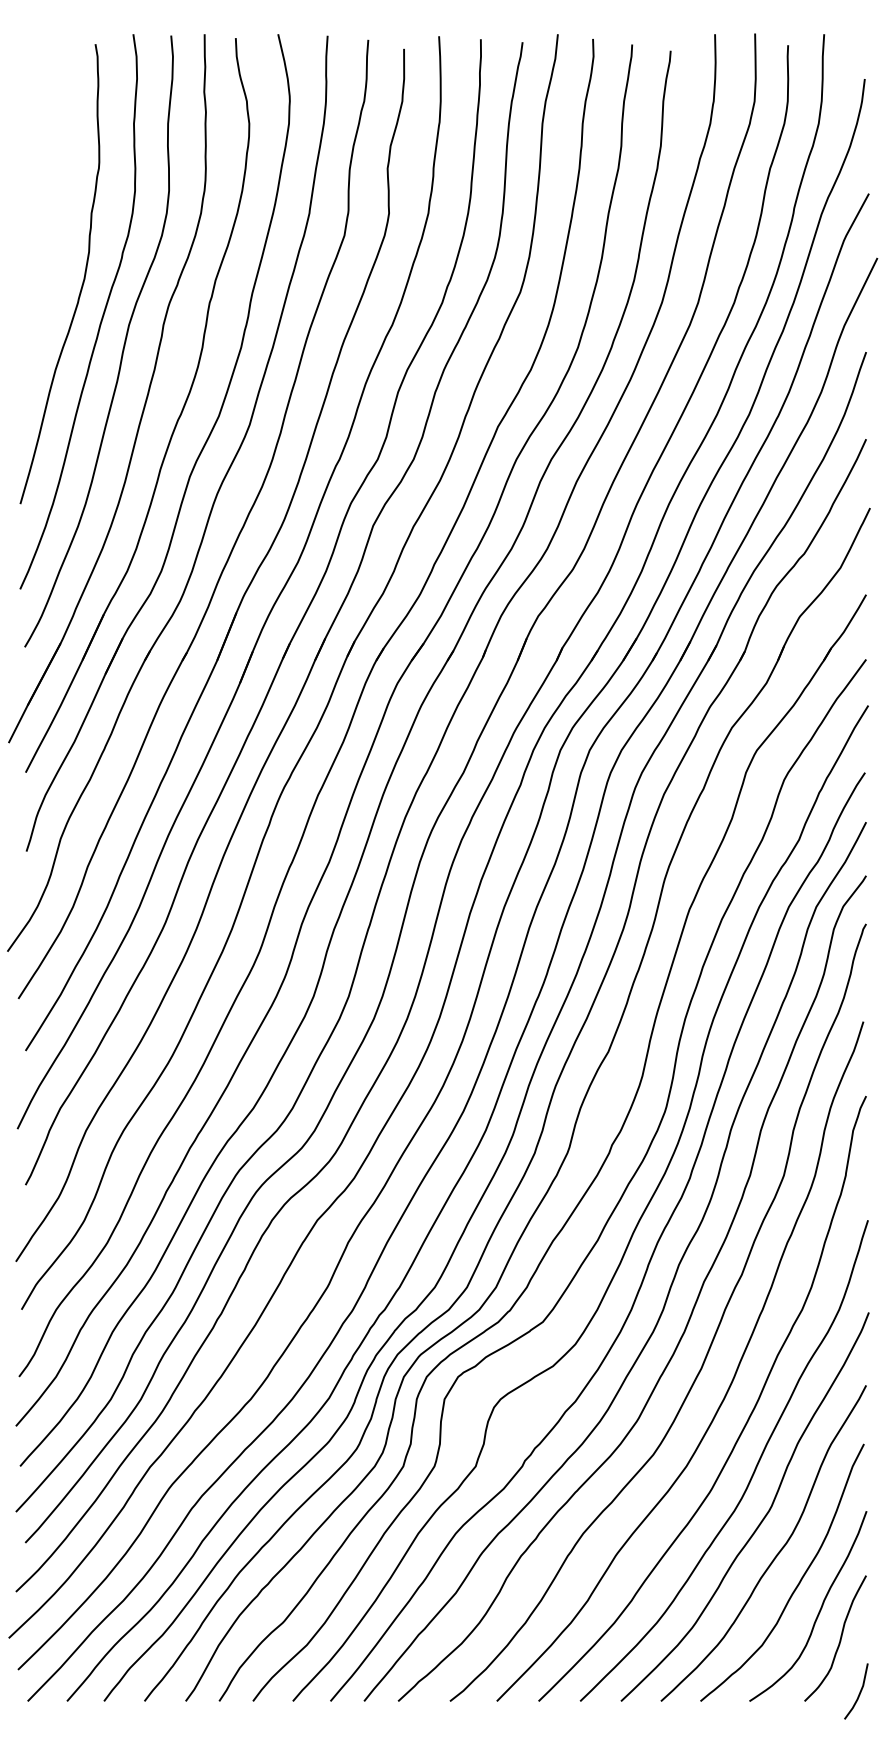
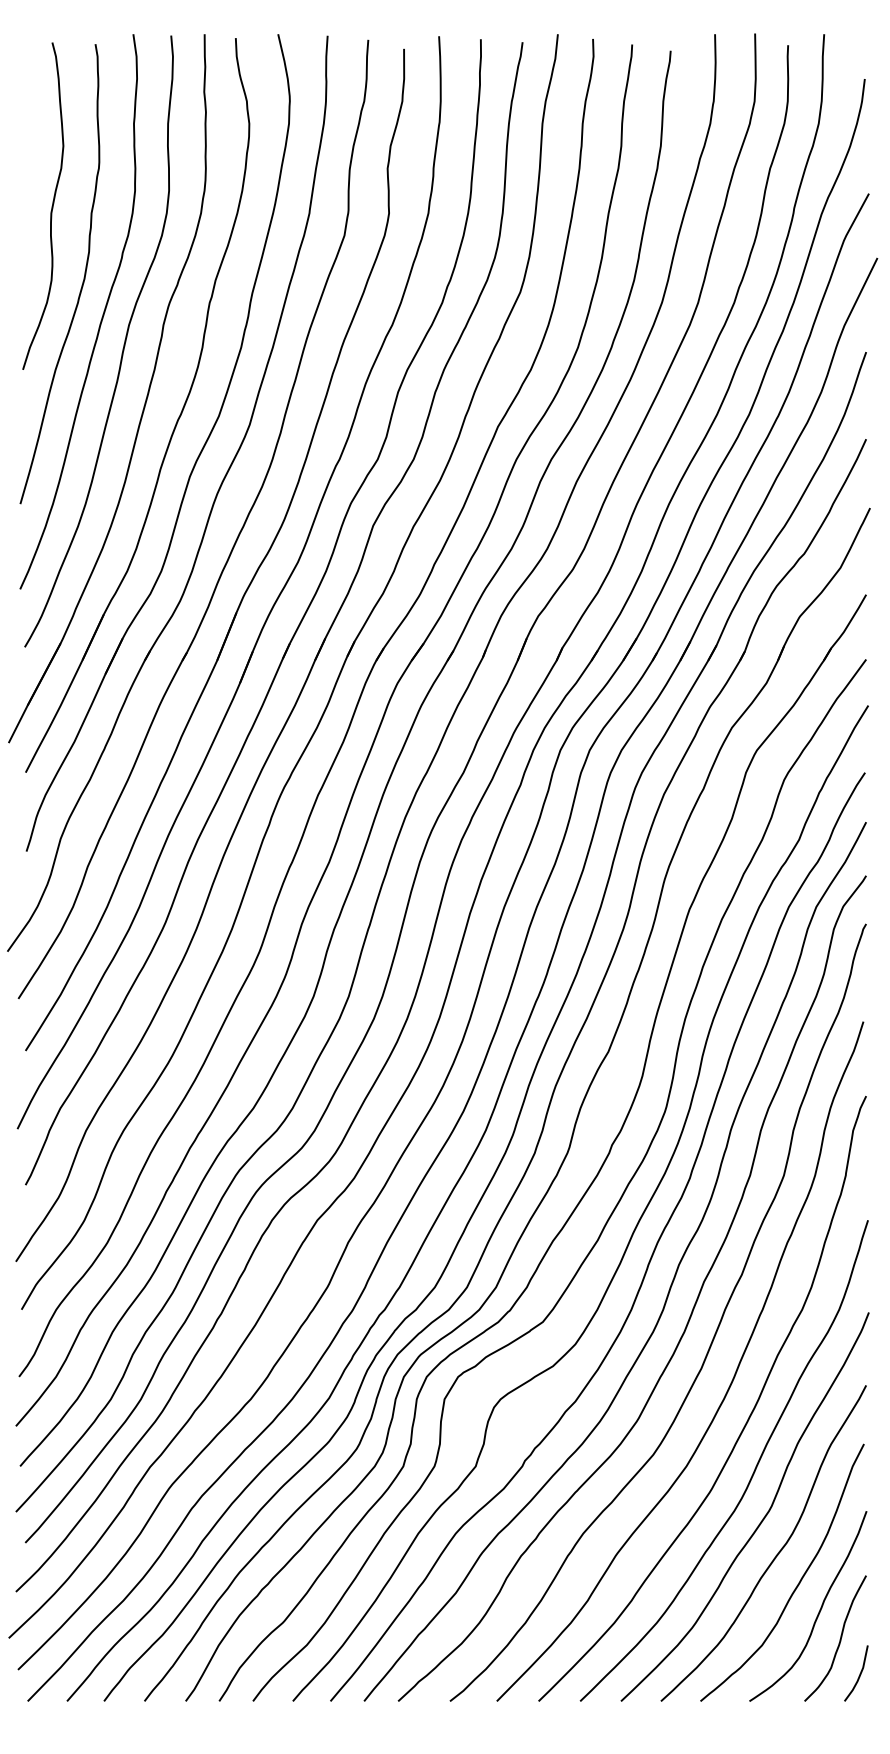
curve at (51, 206): none -> present
line at (859, 1691) position: (859, 1691) -> (859, 1673)
